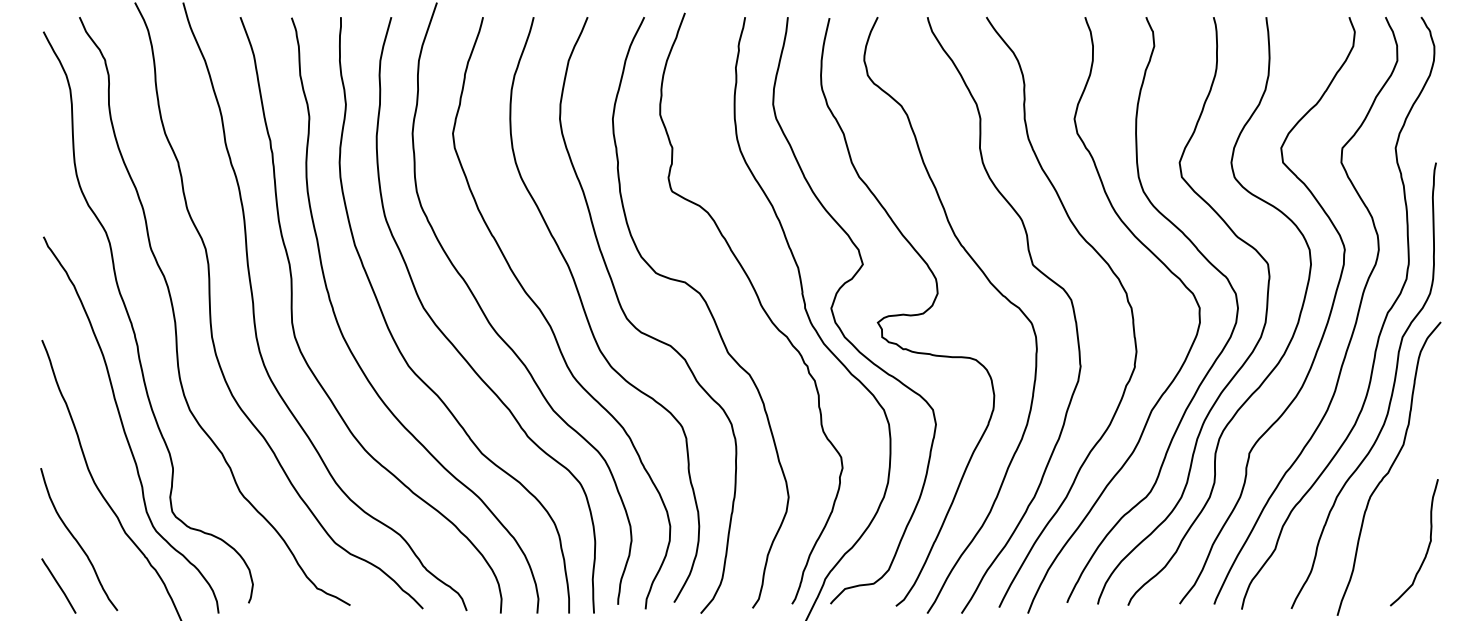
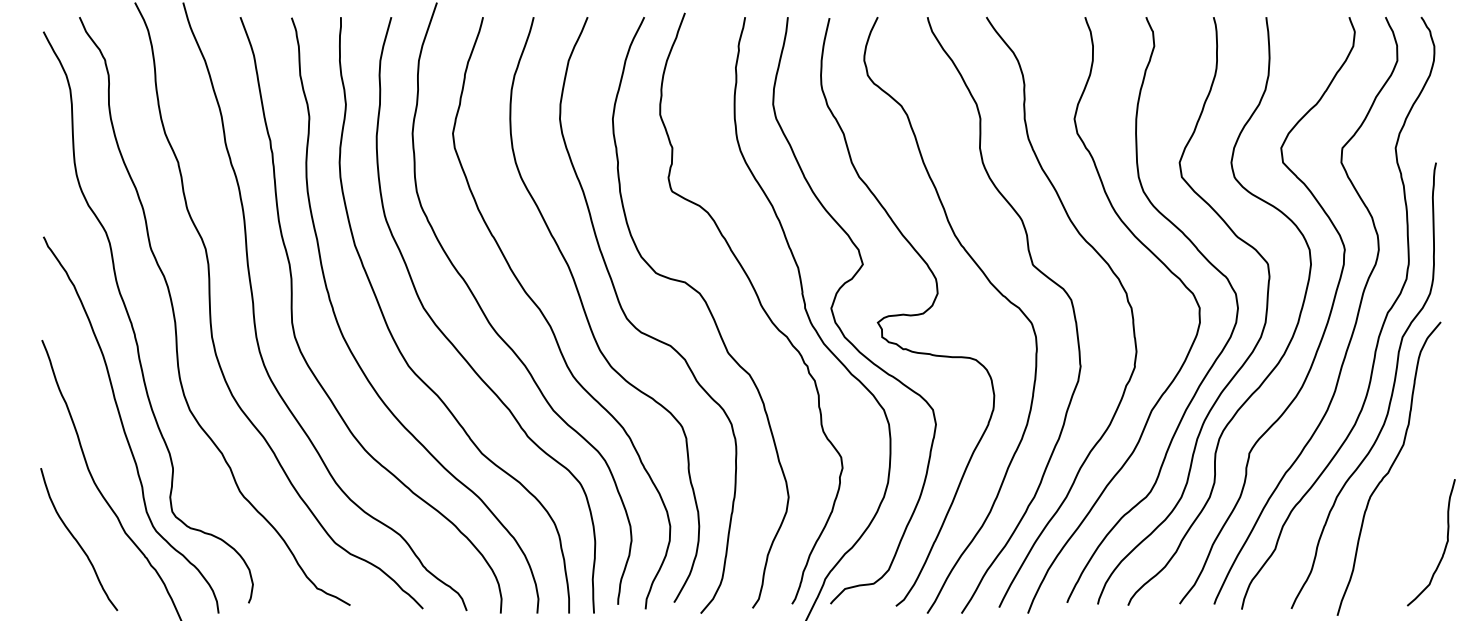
curve at (1427, 547) position: (1427, 547) -> (1444, 547)
line at (58, 585): present -> none
